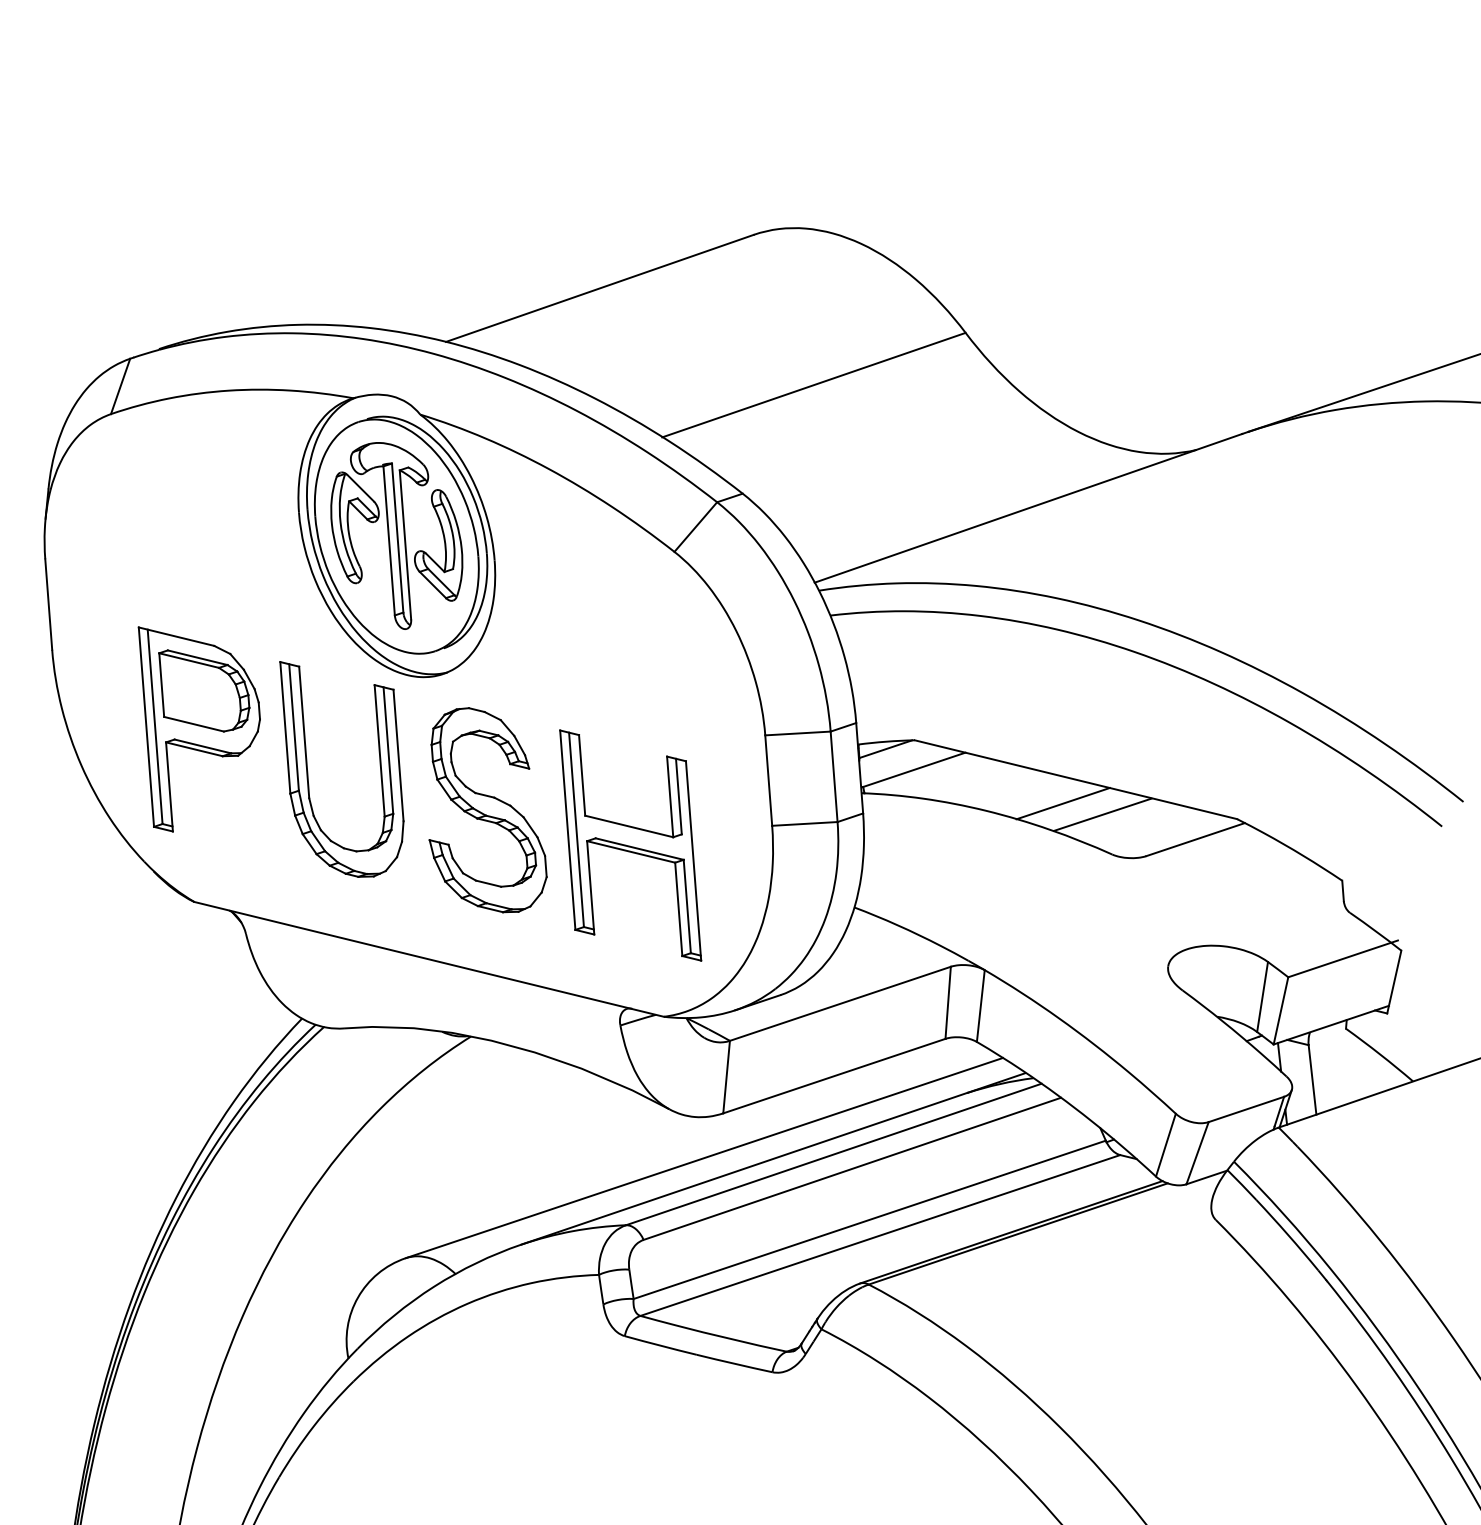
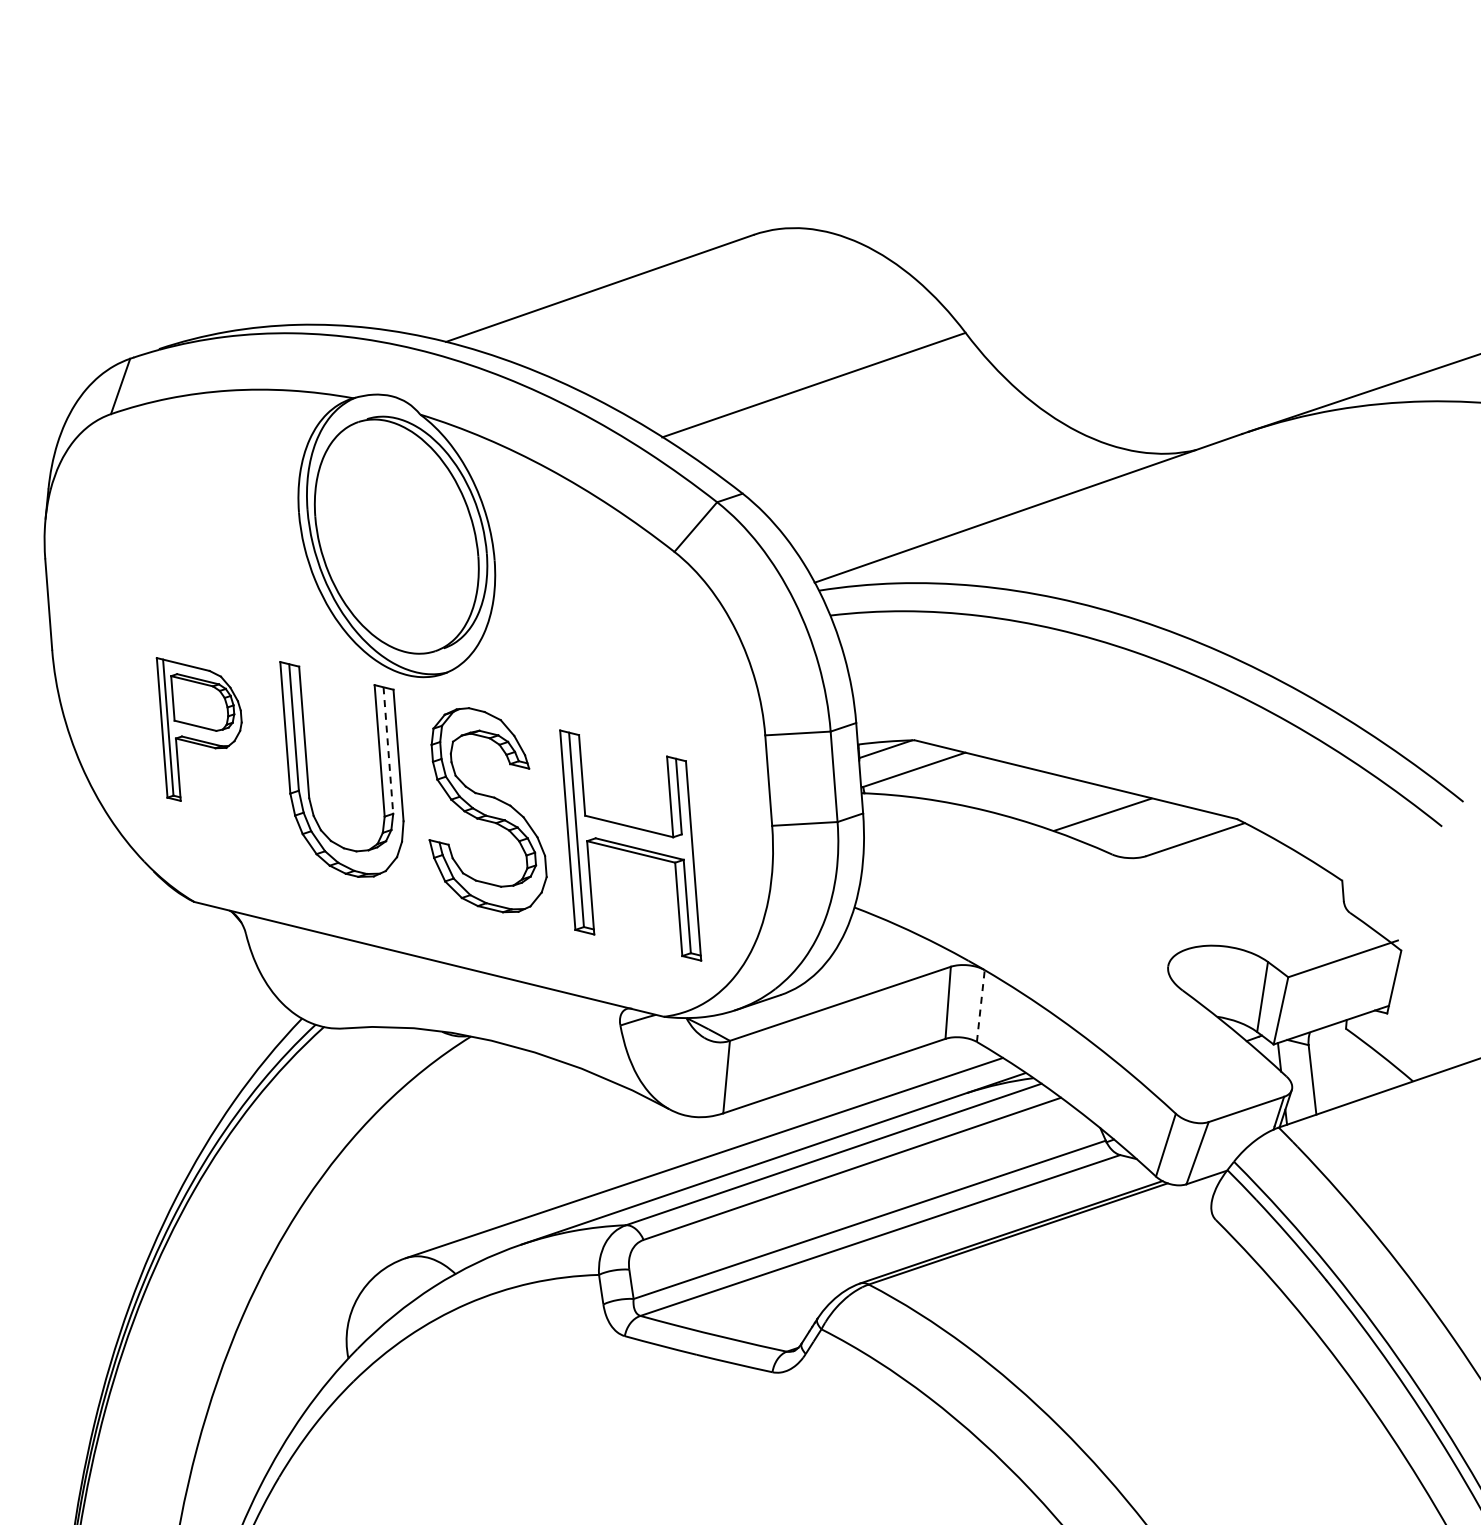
part at (396, 535): present -> none
part at (198, 729) size: 124x207 px -> 88x145 px
line at (388, 751): solid -> dashed
line at (1062, 803): present -> none
line at (980, 1005): solid -> dashed
